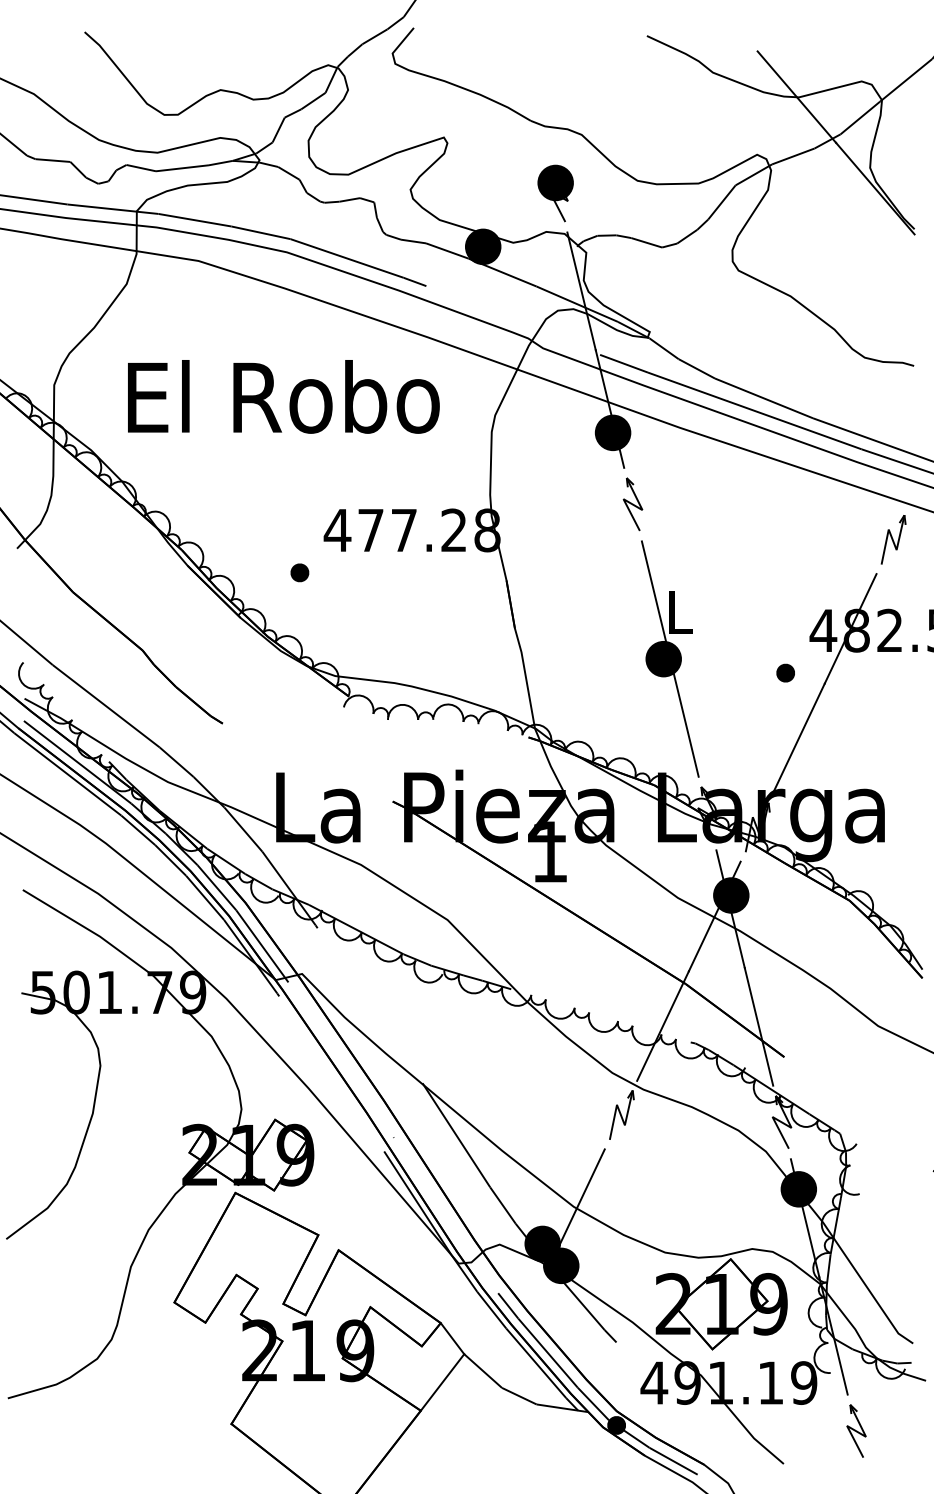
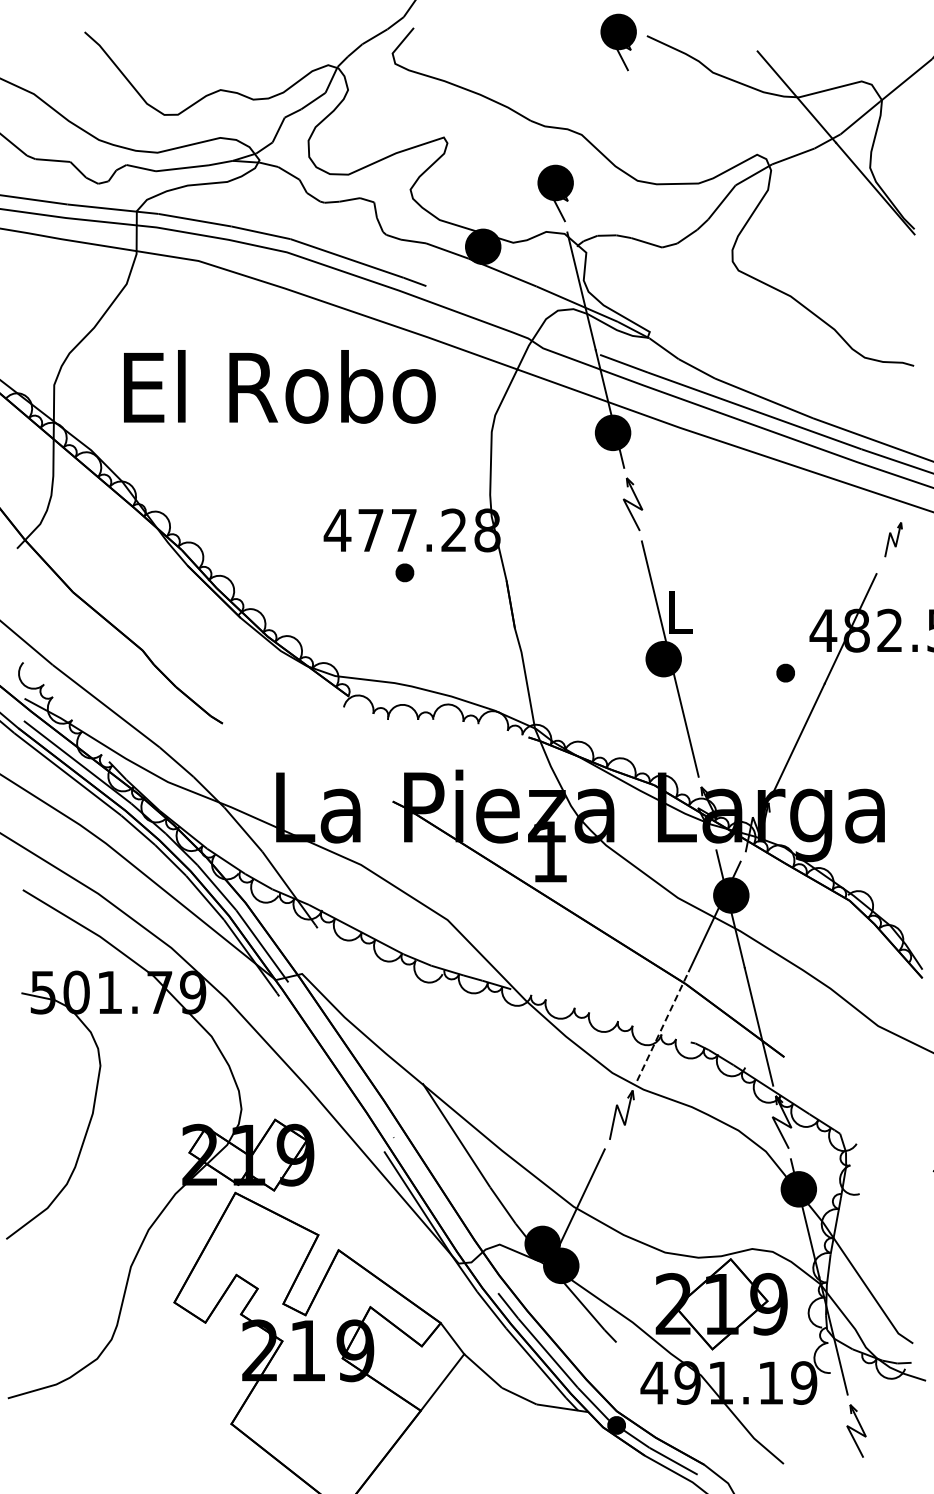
part at (618, 42): none -> present
text at (283, 396) position: (283, 396) -> (279, 386)
part at (893, 539) size: 27x50 px -> 19x36 px
part at (299, 572) position: (299, 572) -> (404, 572)
line at (663, 1026): solid -> dashed
